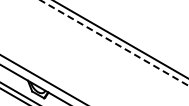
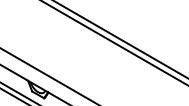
line at (115, 43): dashed -> solid
line at (42, 79) position: (42, 79) -> (48, 75)
